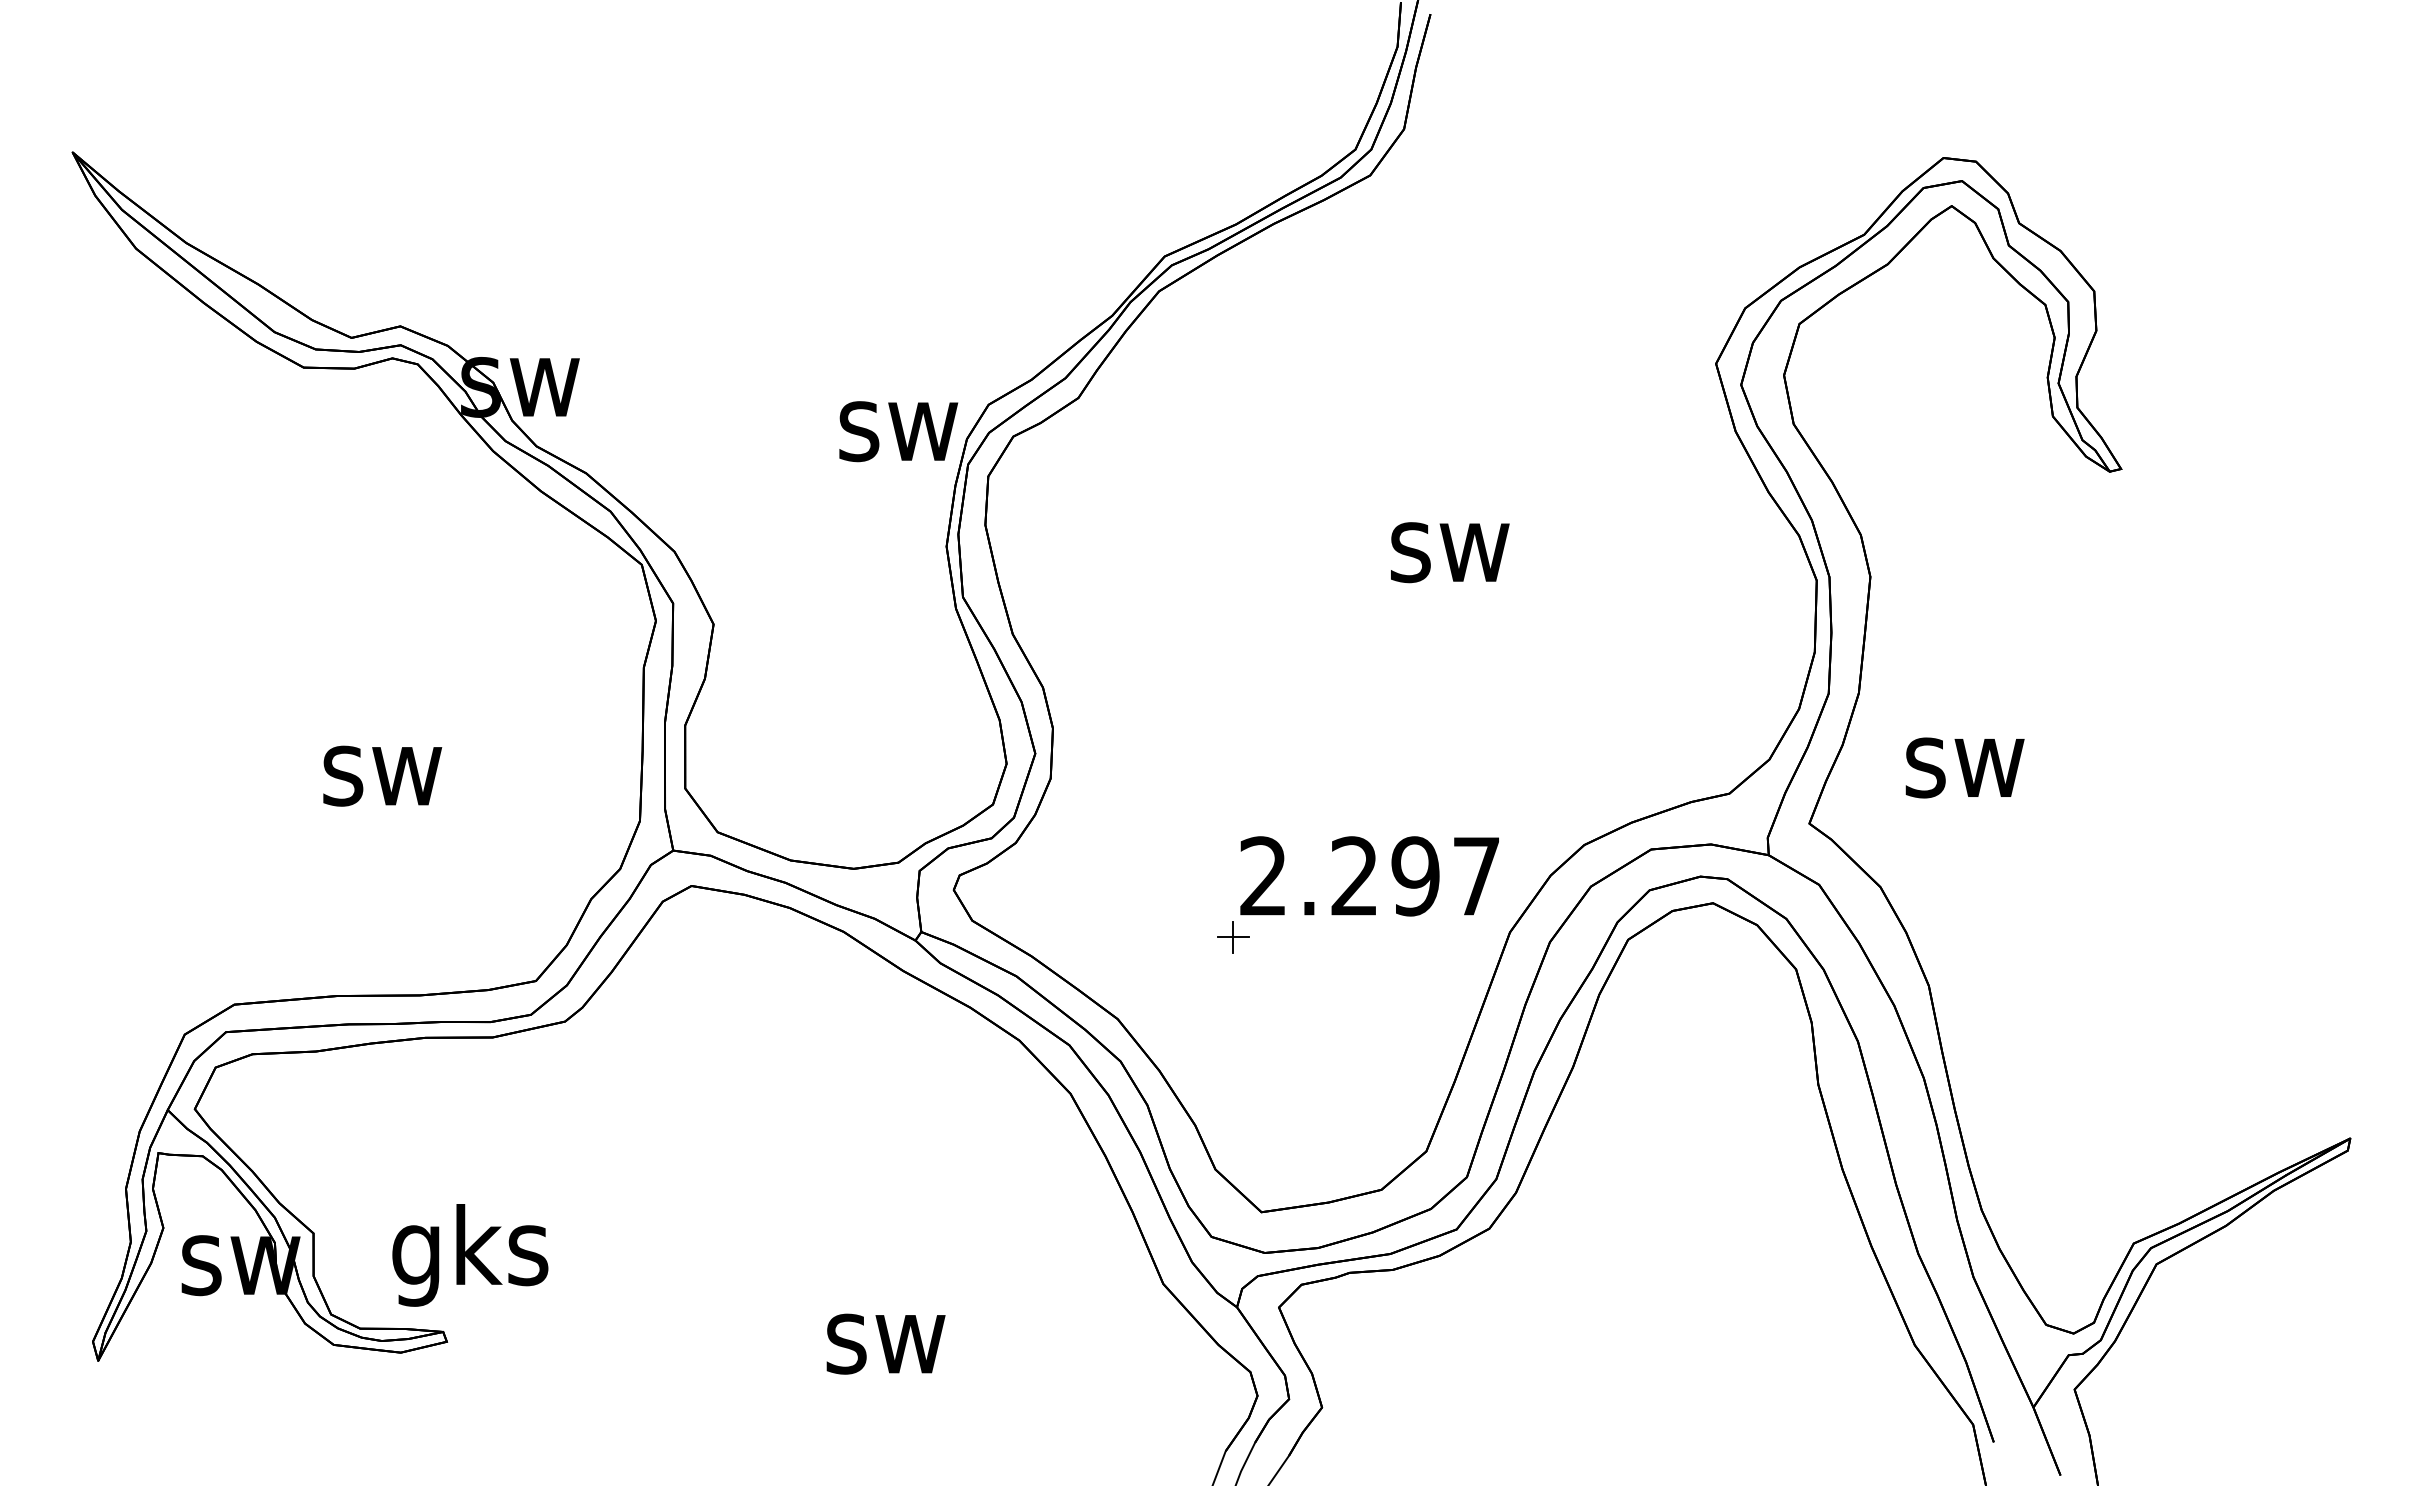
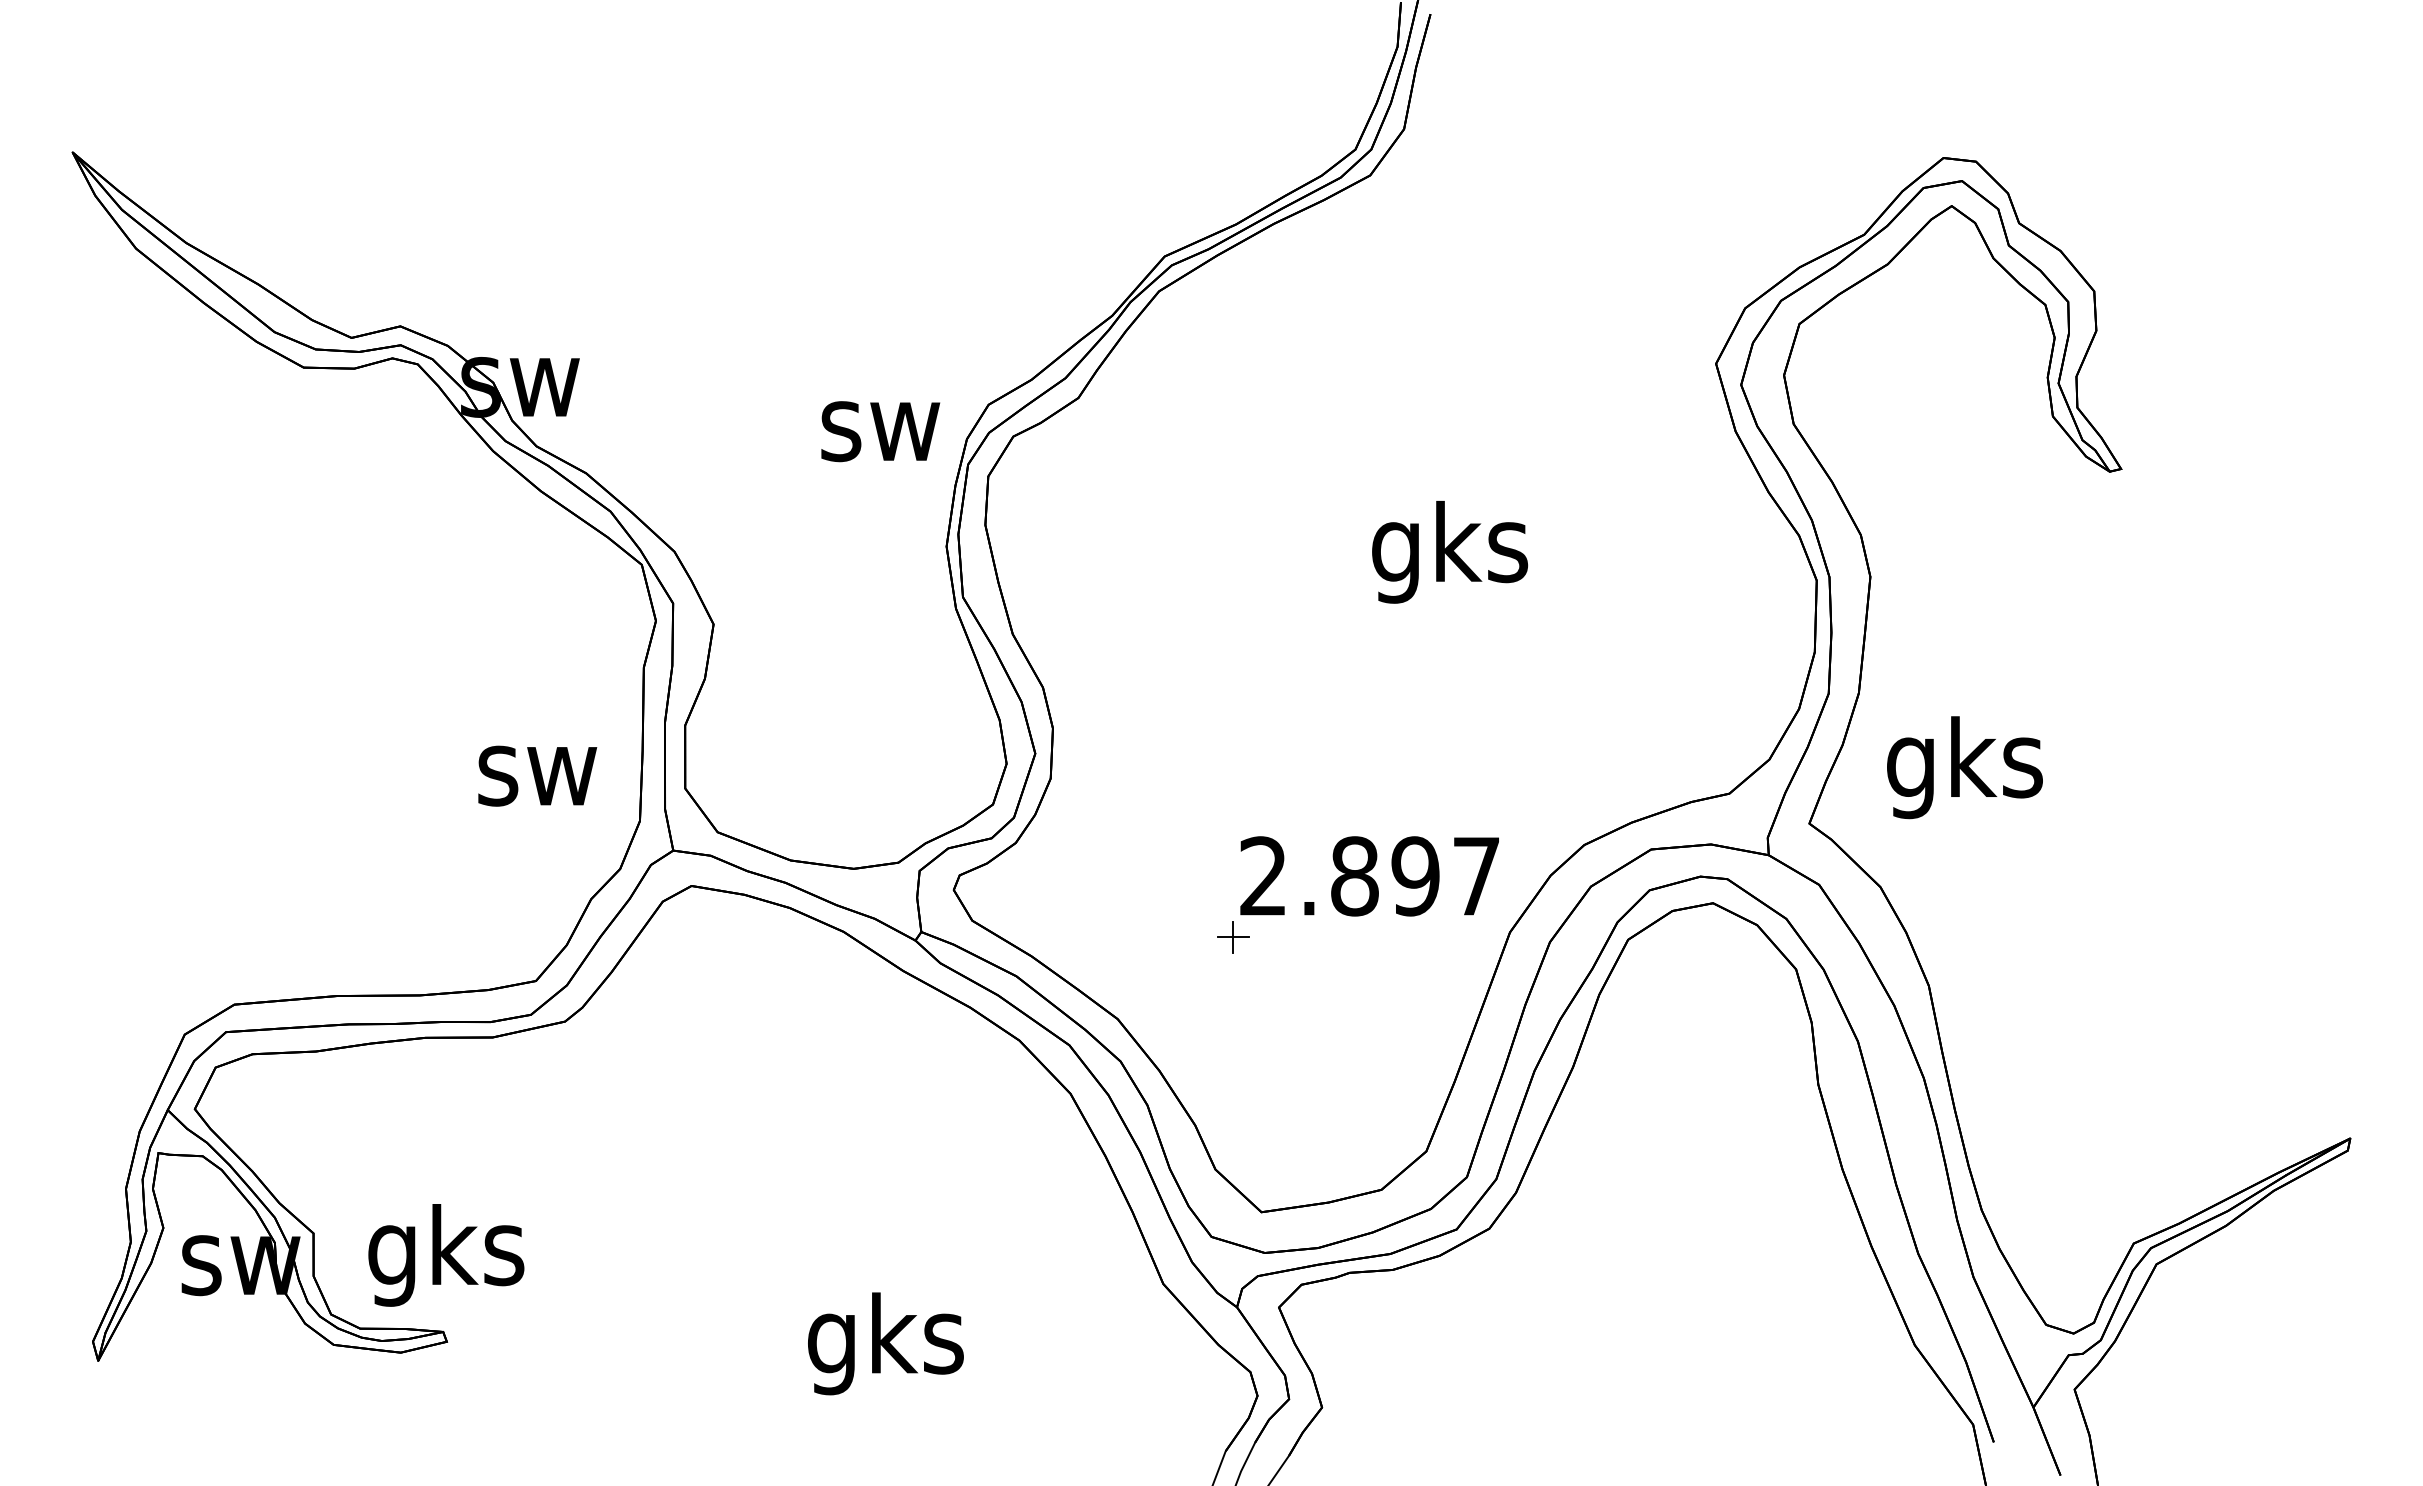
text at (898, 431) position: (898, 431) -> (880, 431)
text at (1450, 552): sw -> gks
text at (1964, 767): sw -> gks
text at (382, 775) position: (382, 775) -> (537, 775)
text at (1354, 876): 2.297 -> 2.897
text at (470, 1255) position: (470, 1255) -> (446, 1255)
text at (885, 1343): sw -> gks
